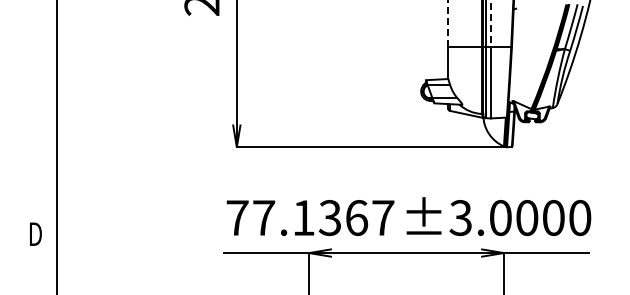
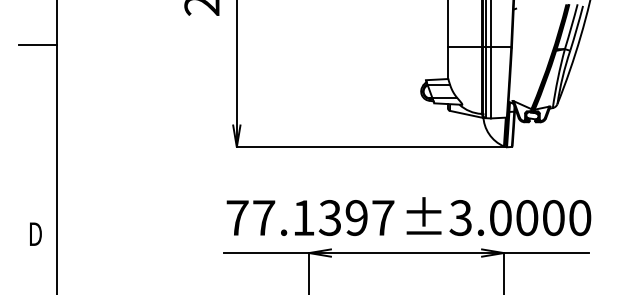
line at (448, 23): dashed -> solid
line at (490, 24): dashed -> solid
line at (37, 45): none -> present
text at (356, 218): 77.1367 -> 77.1397
